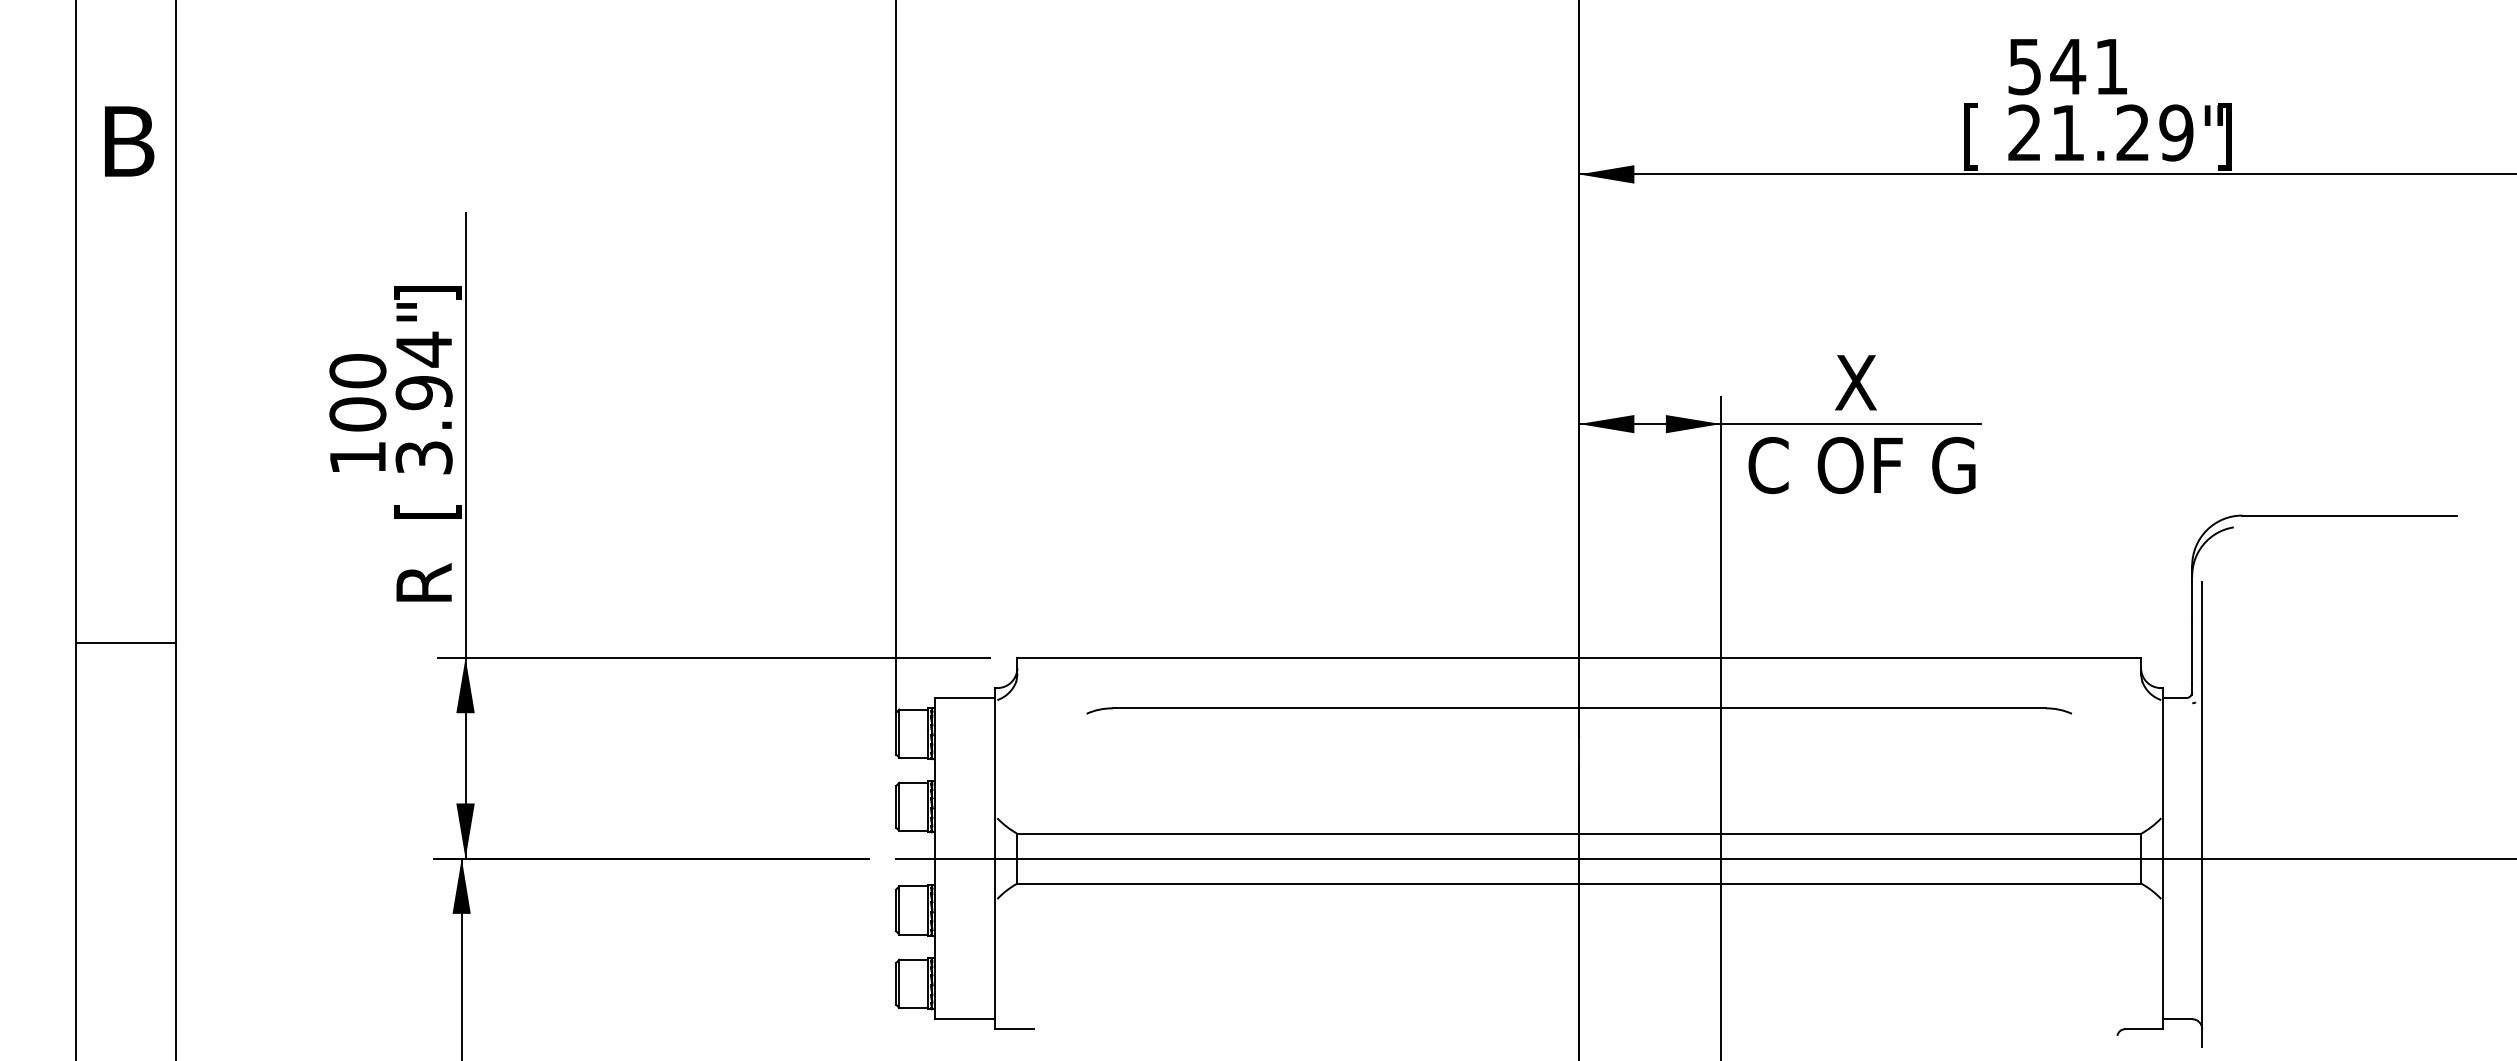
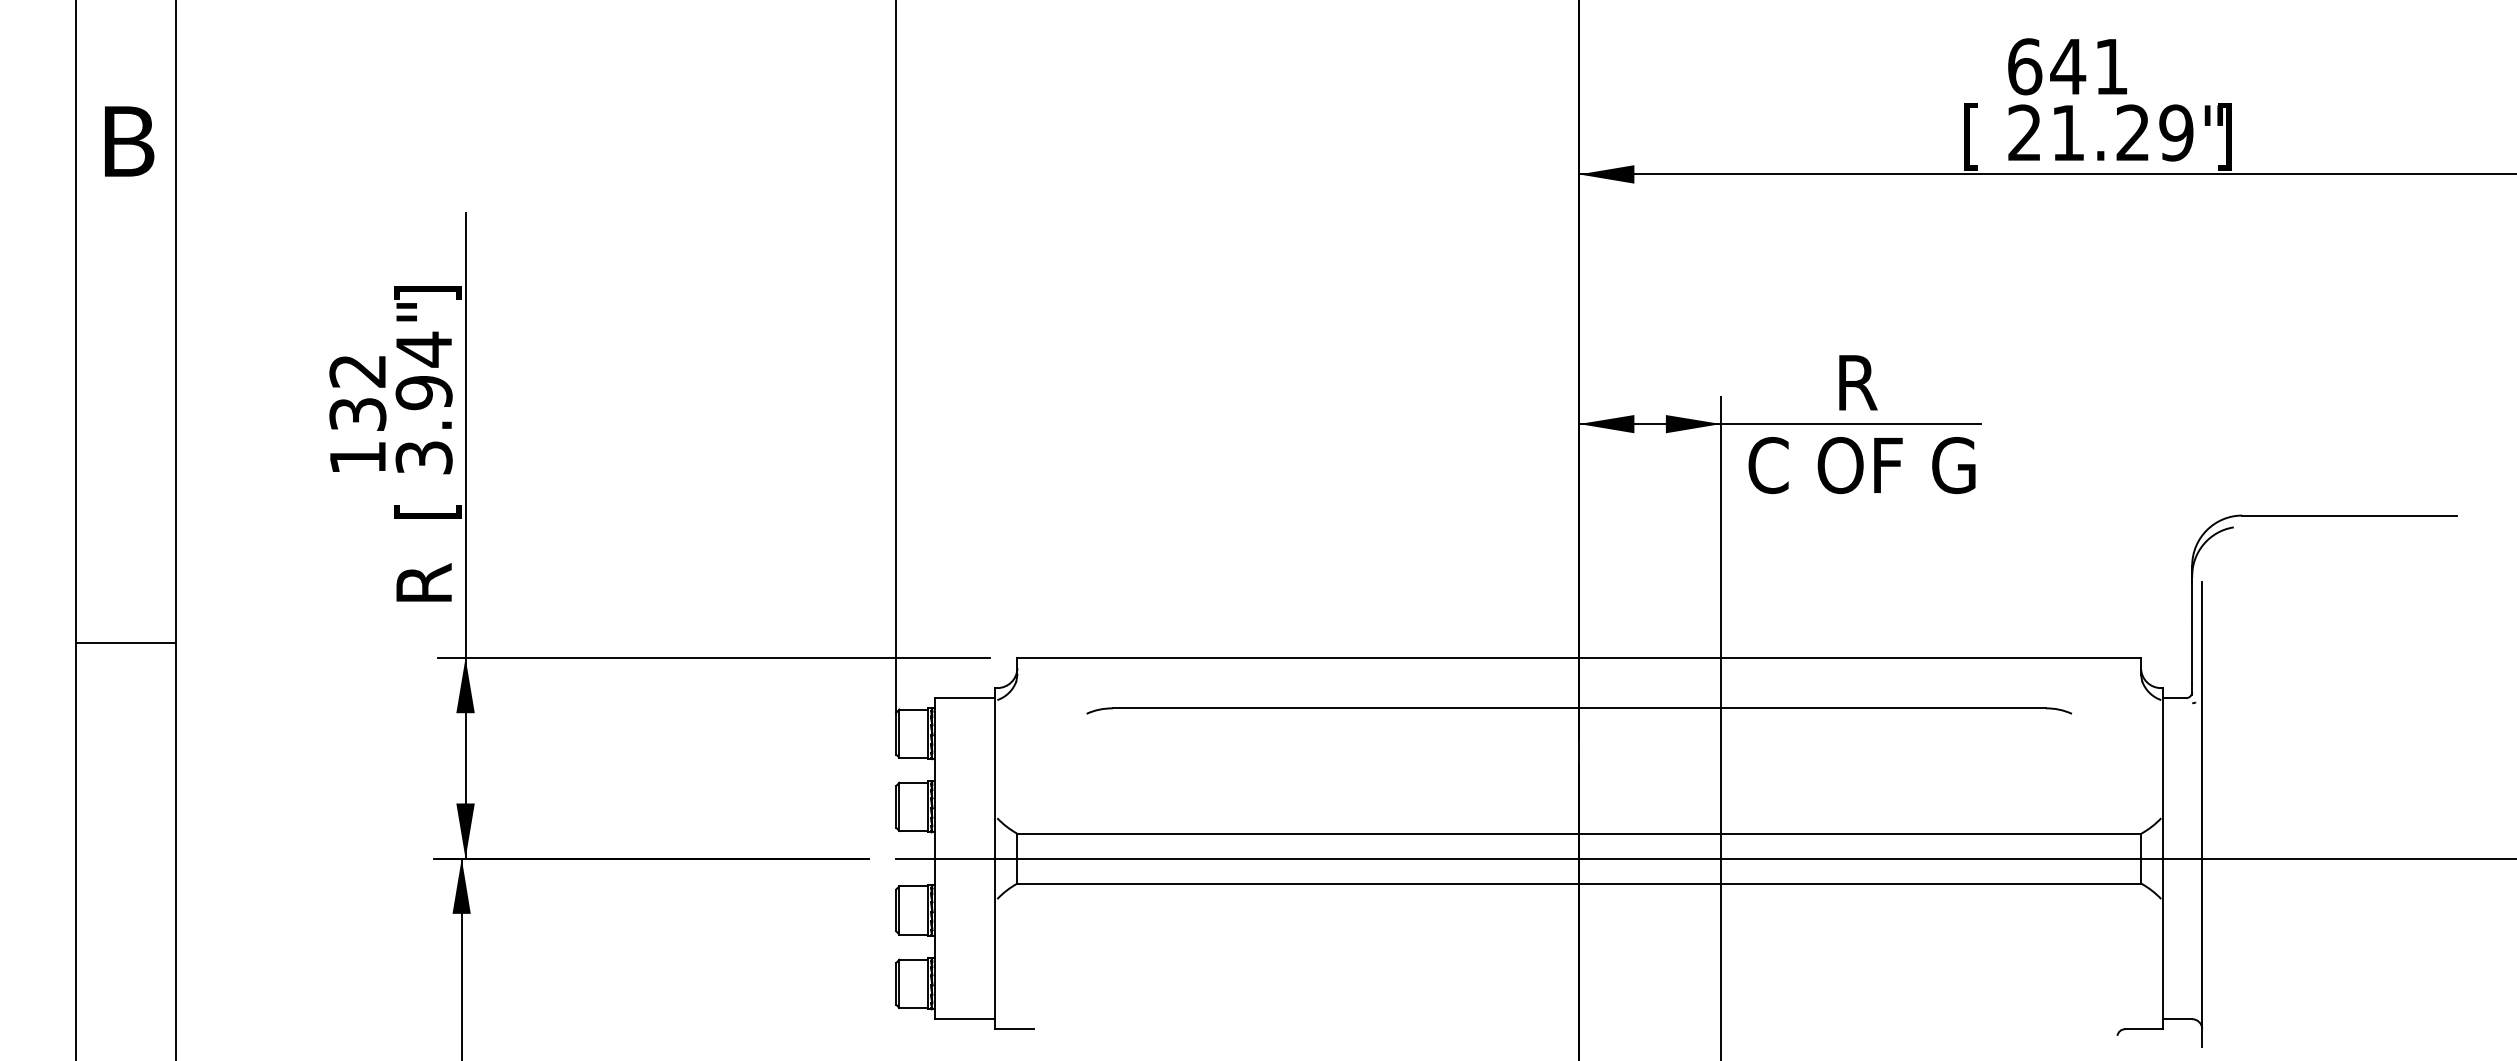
text at (2025, 66): 541 -> 641
text at (1856, 382): X -> R
text at (357, 392): 100 -> 132
